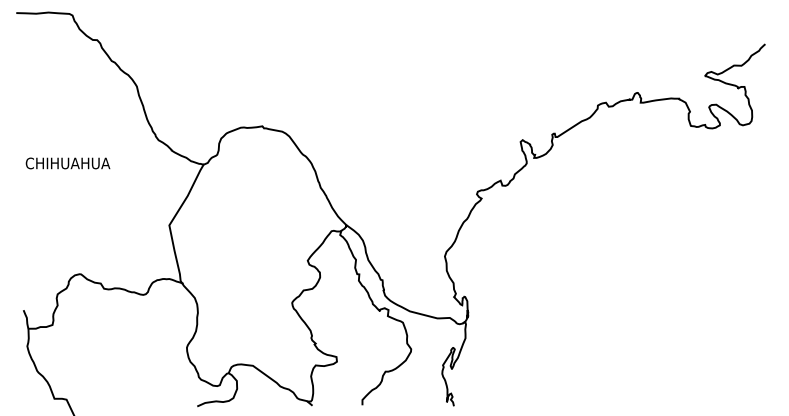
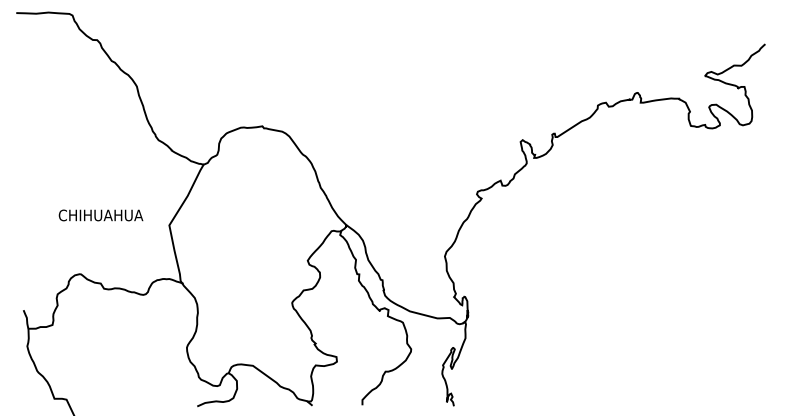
text at (67, 163) position: (67, 163) -> (100, 215)
